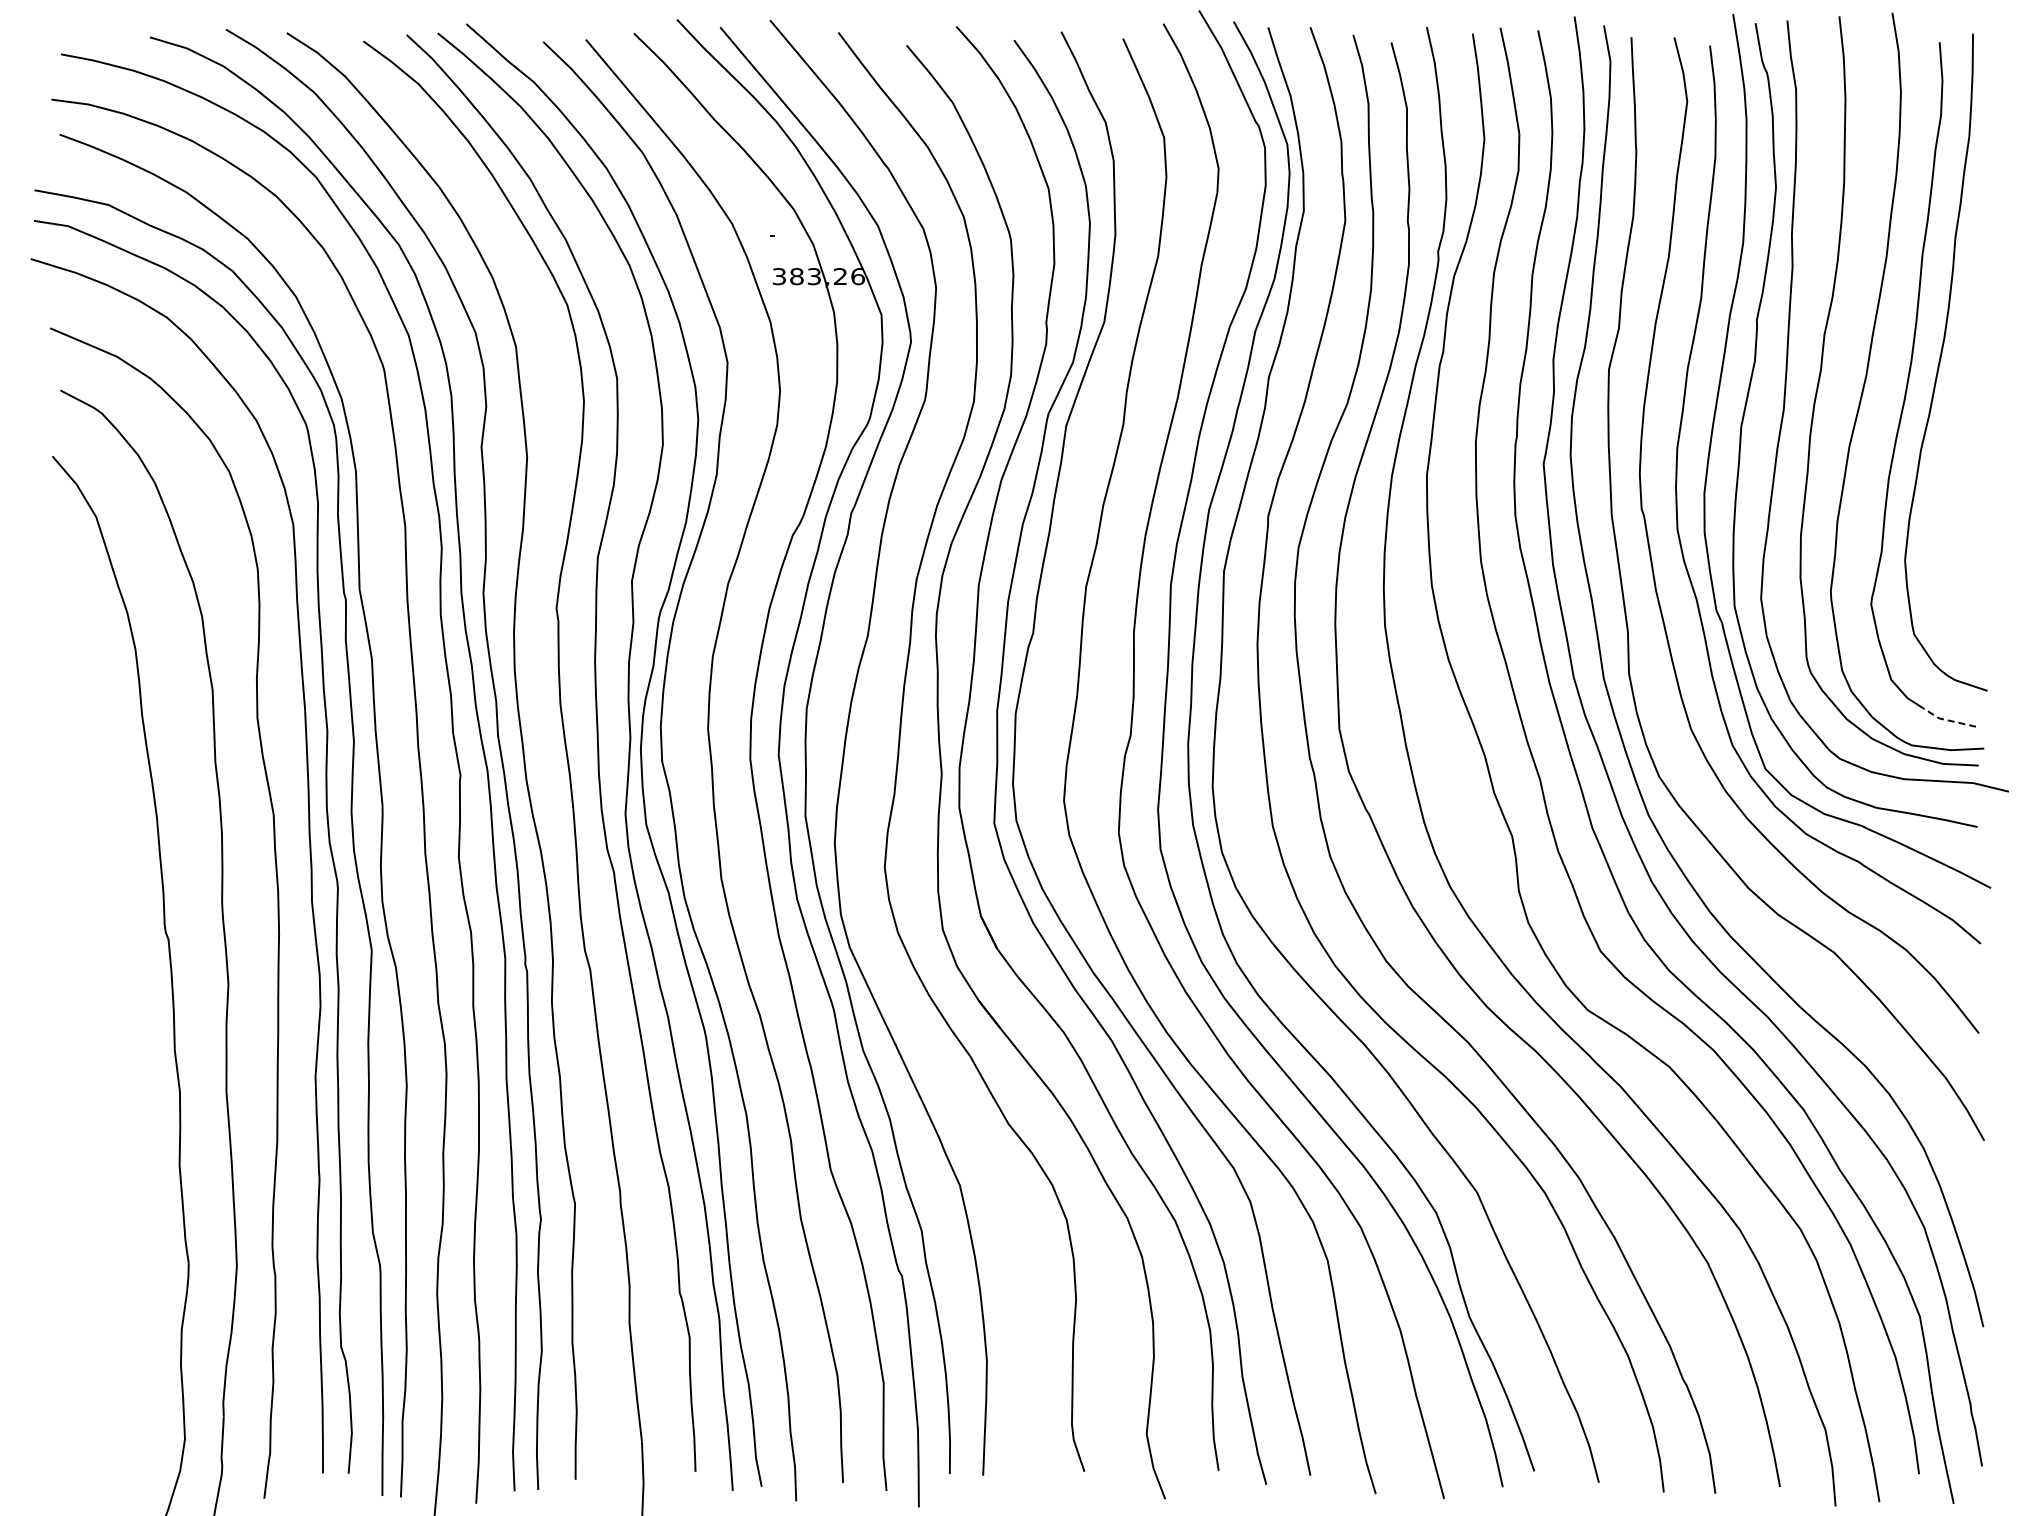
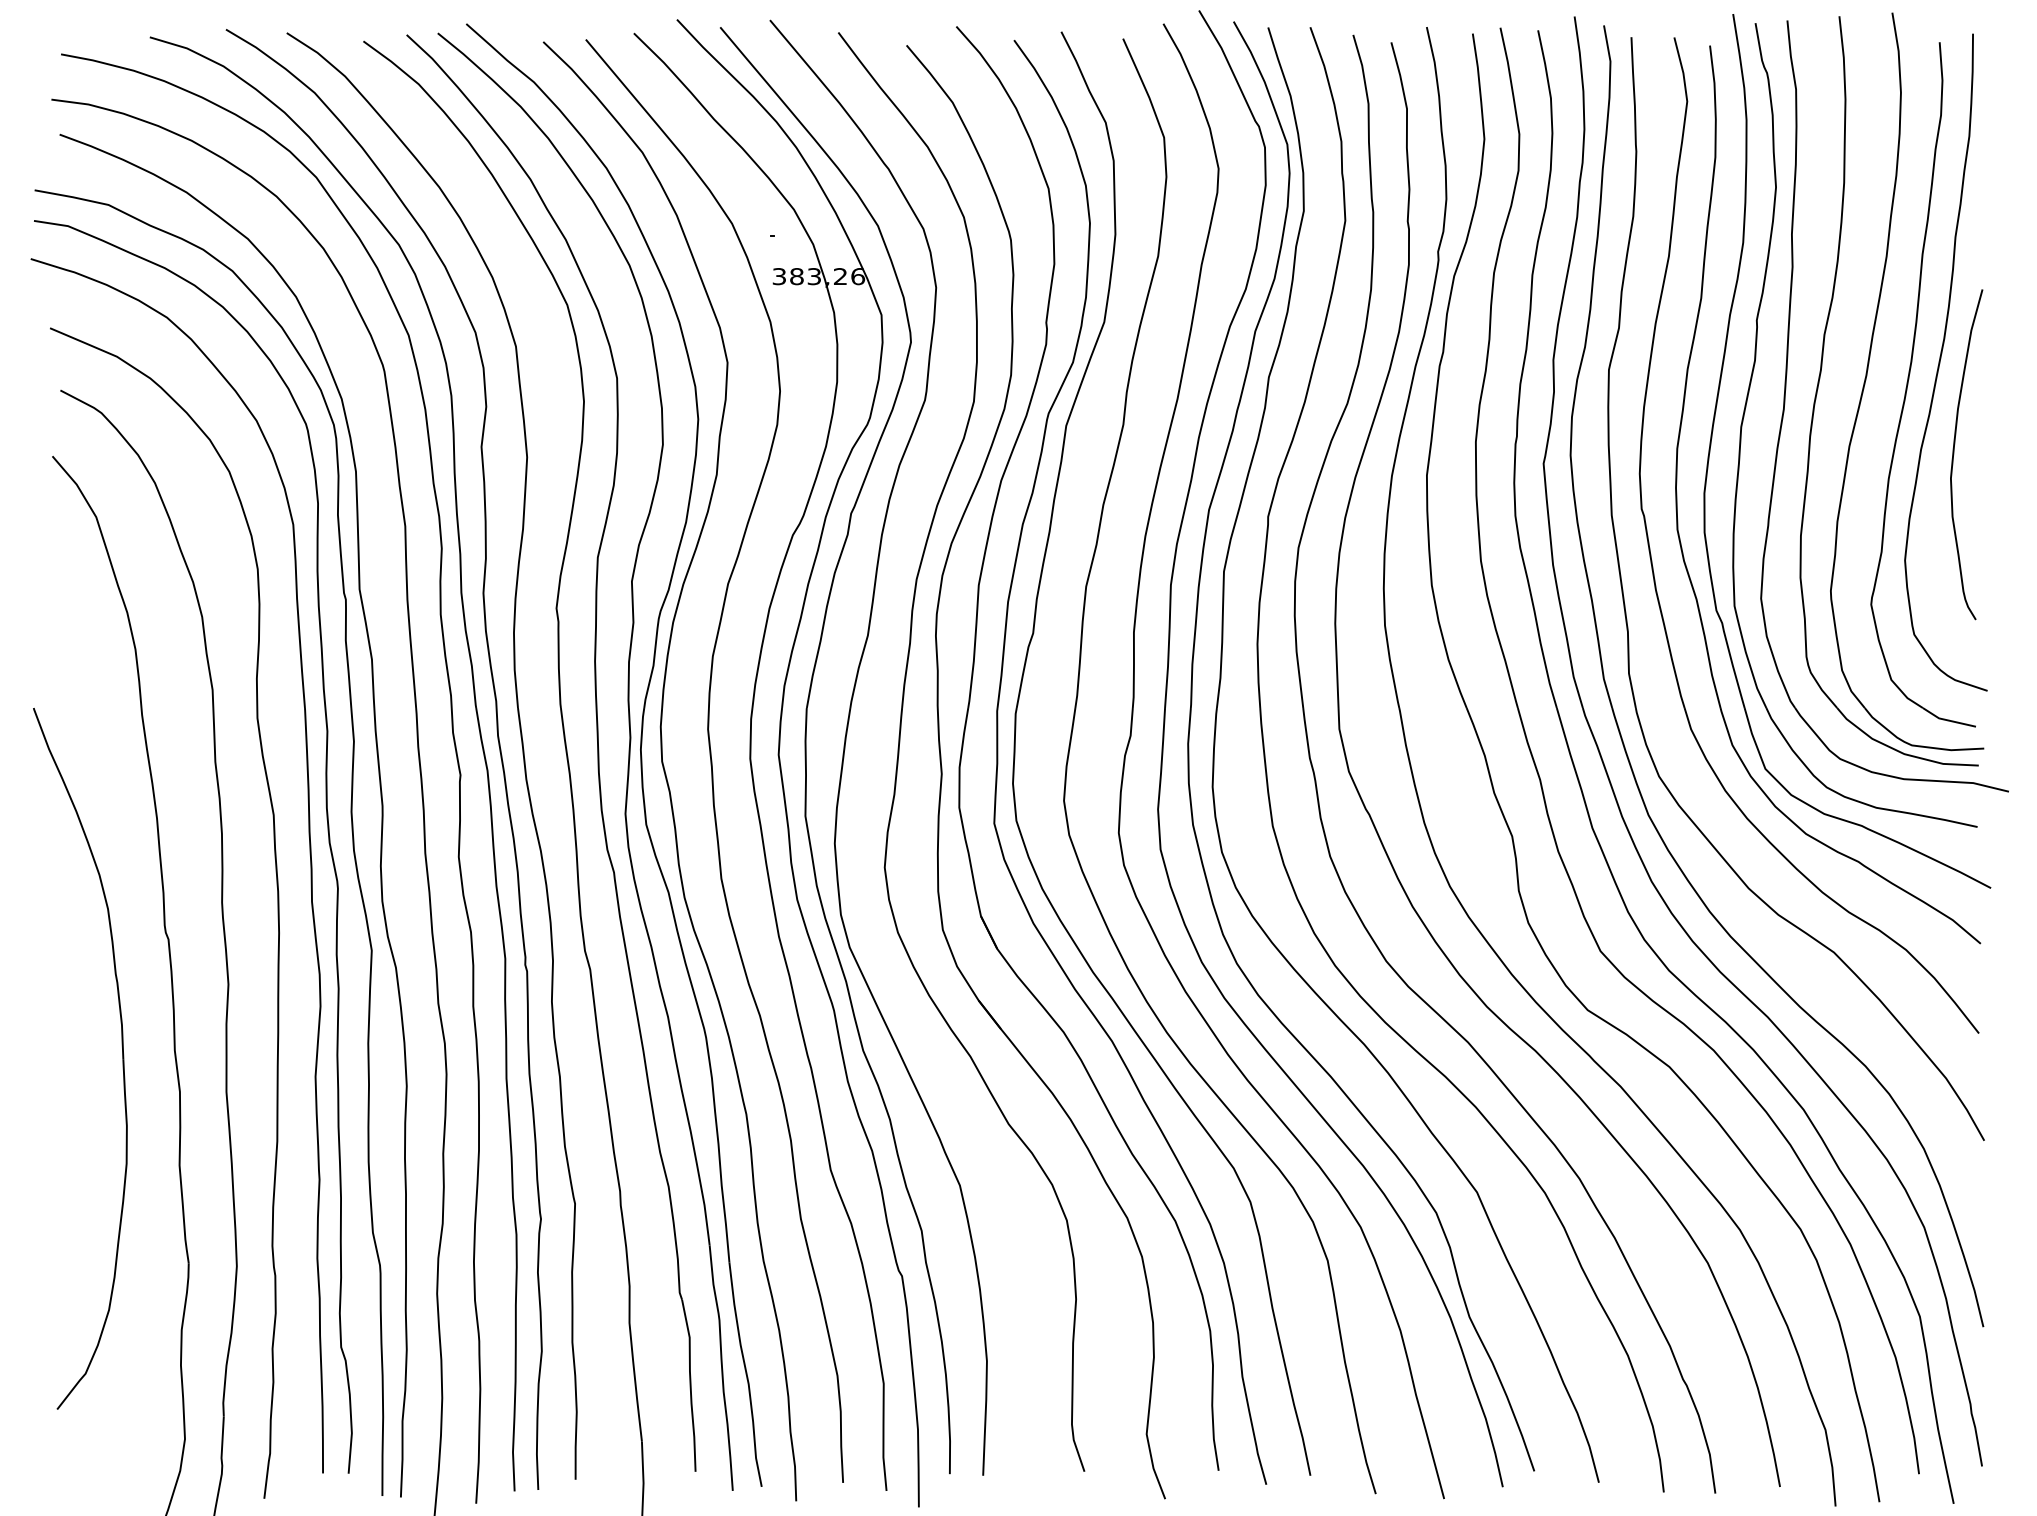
curve at (1954, 454): none -> present
line at (1946, 720): dashed -> solid
part at (122, 1058): none -> present
